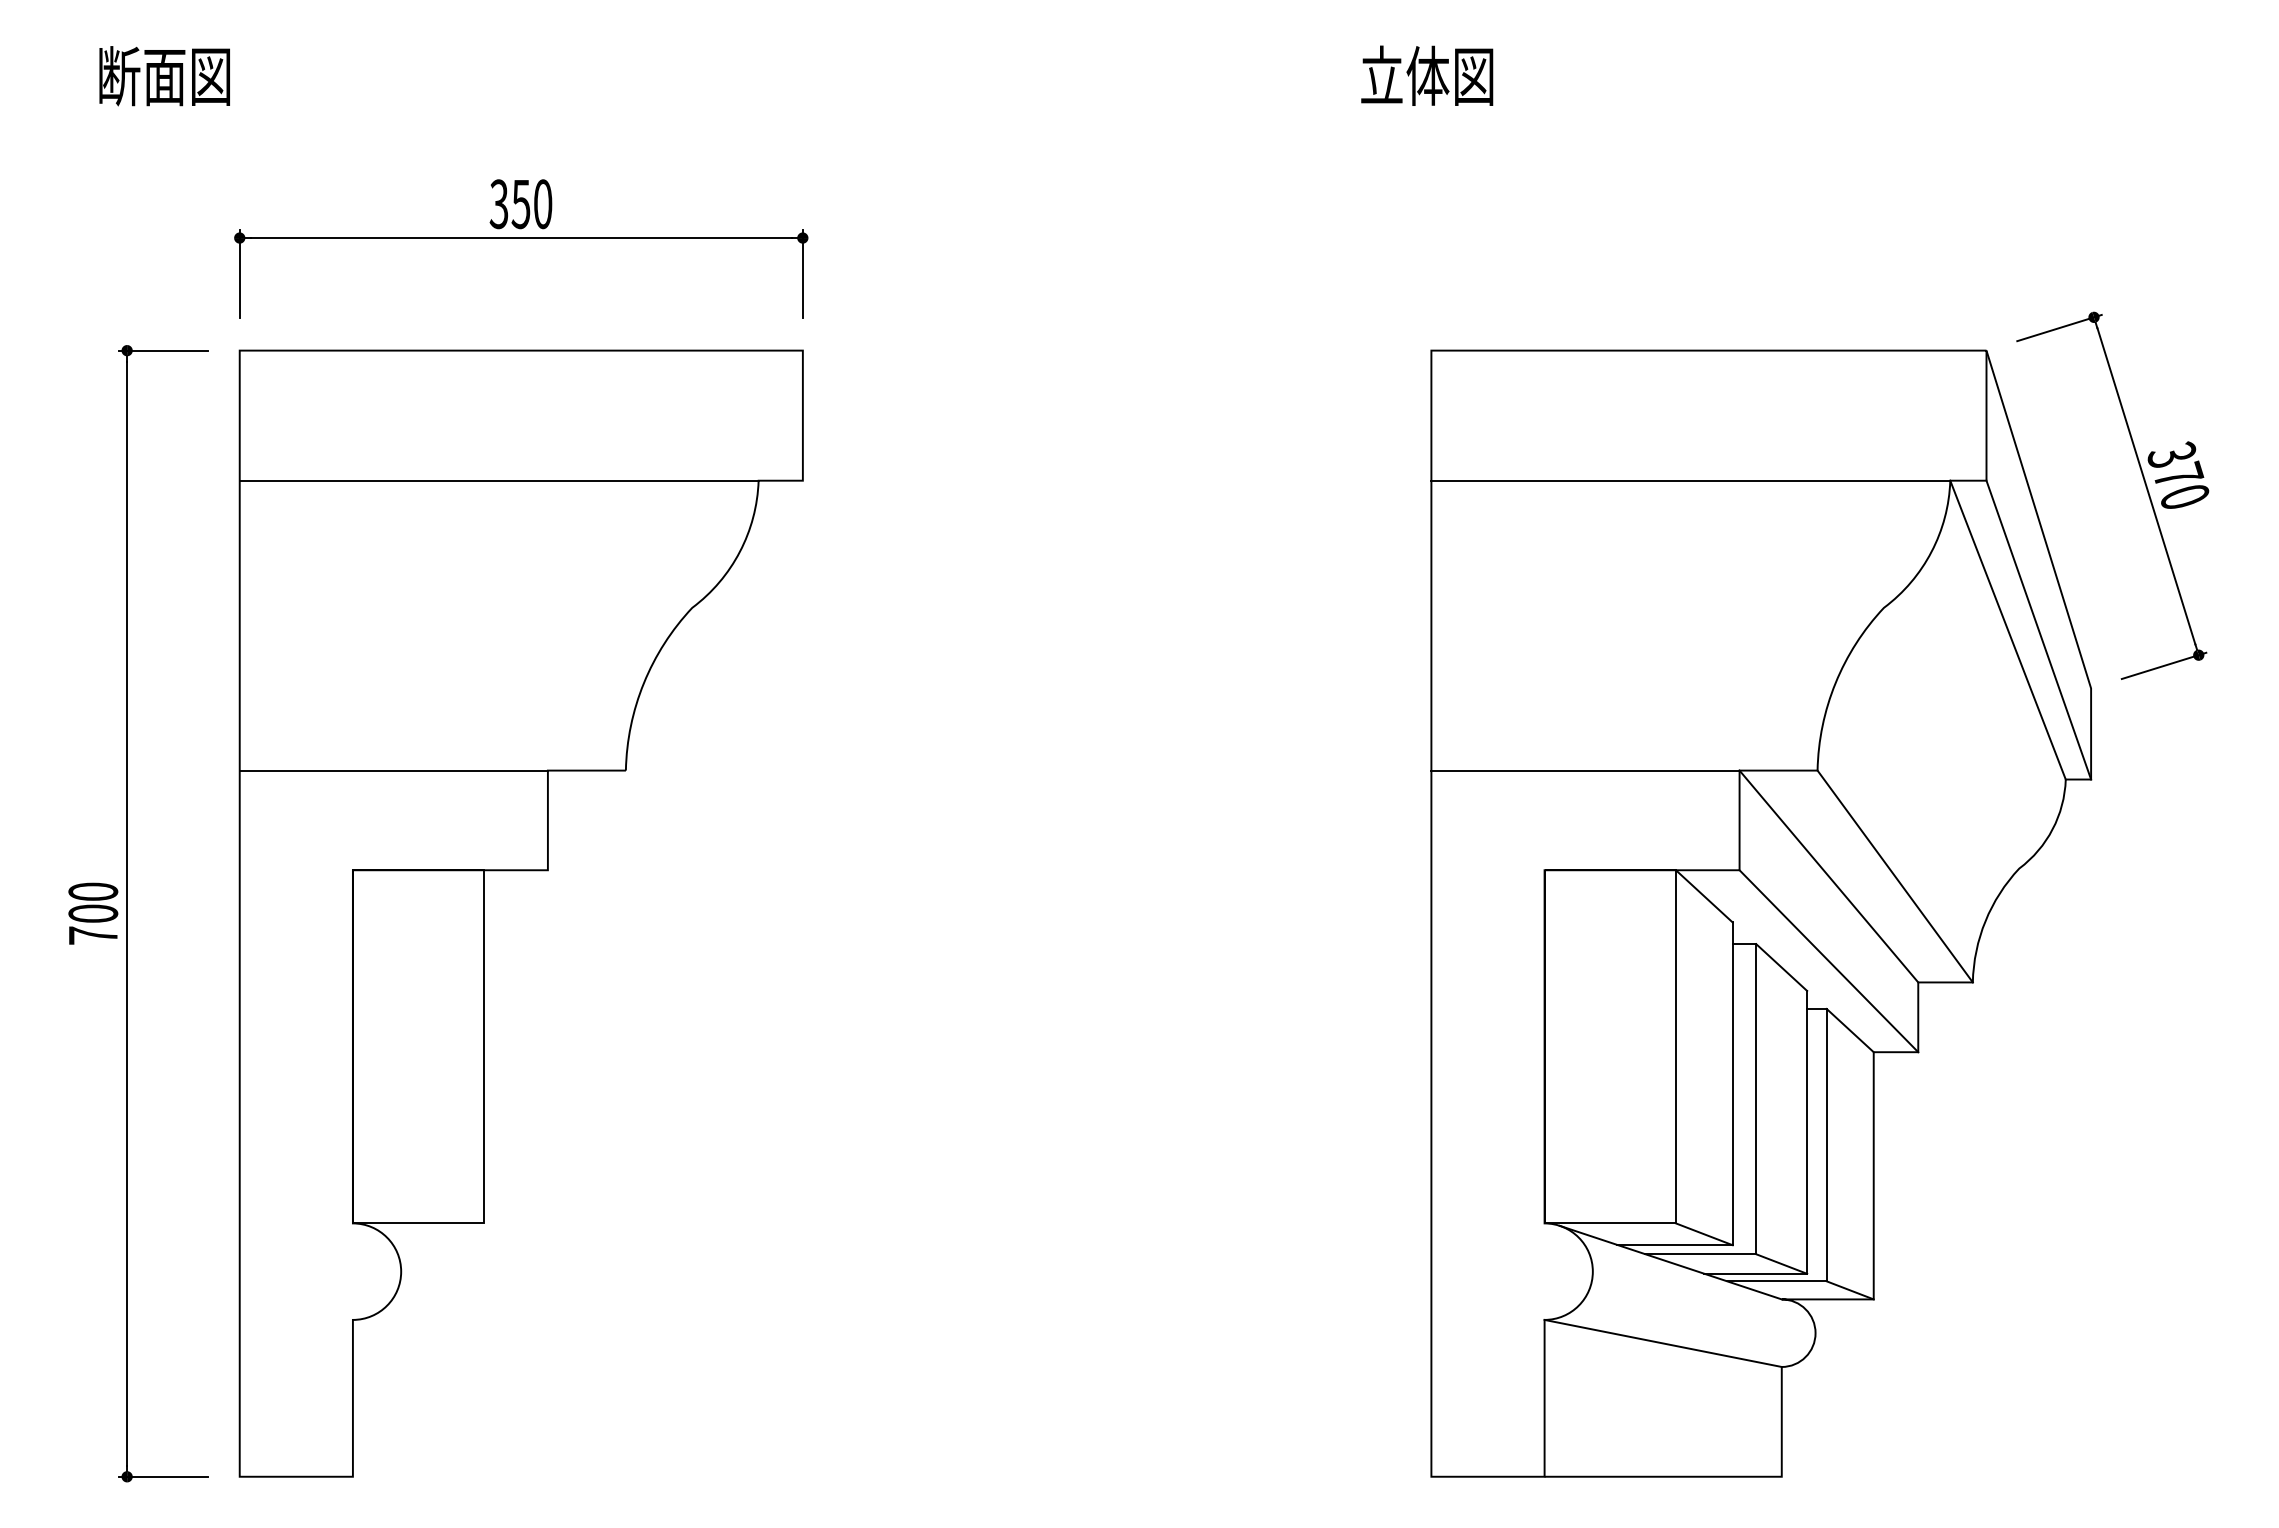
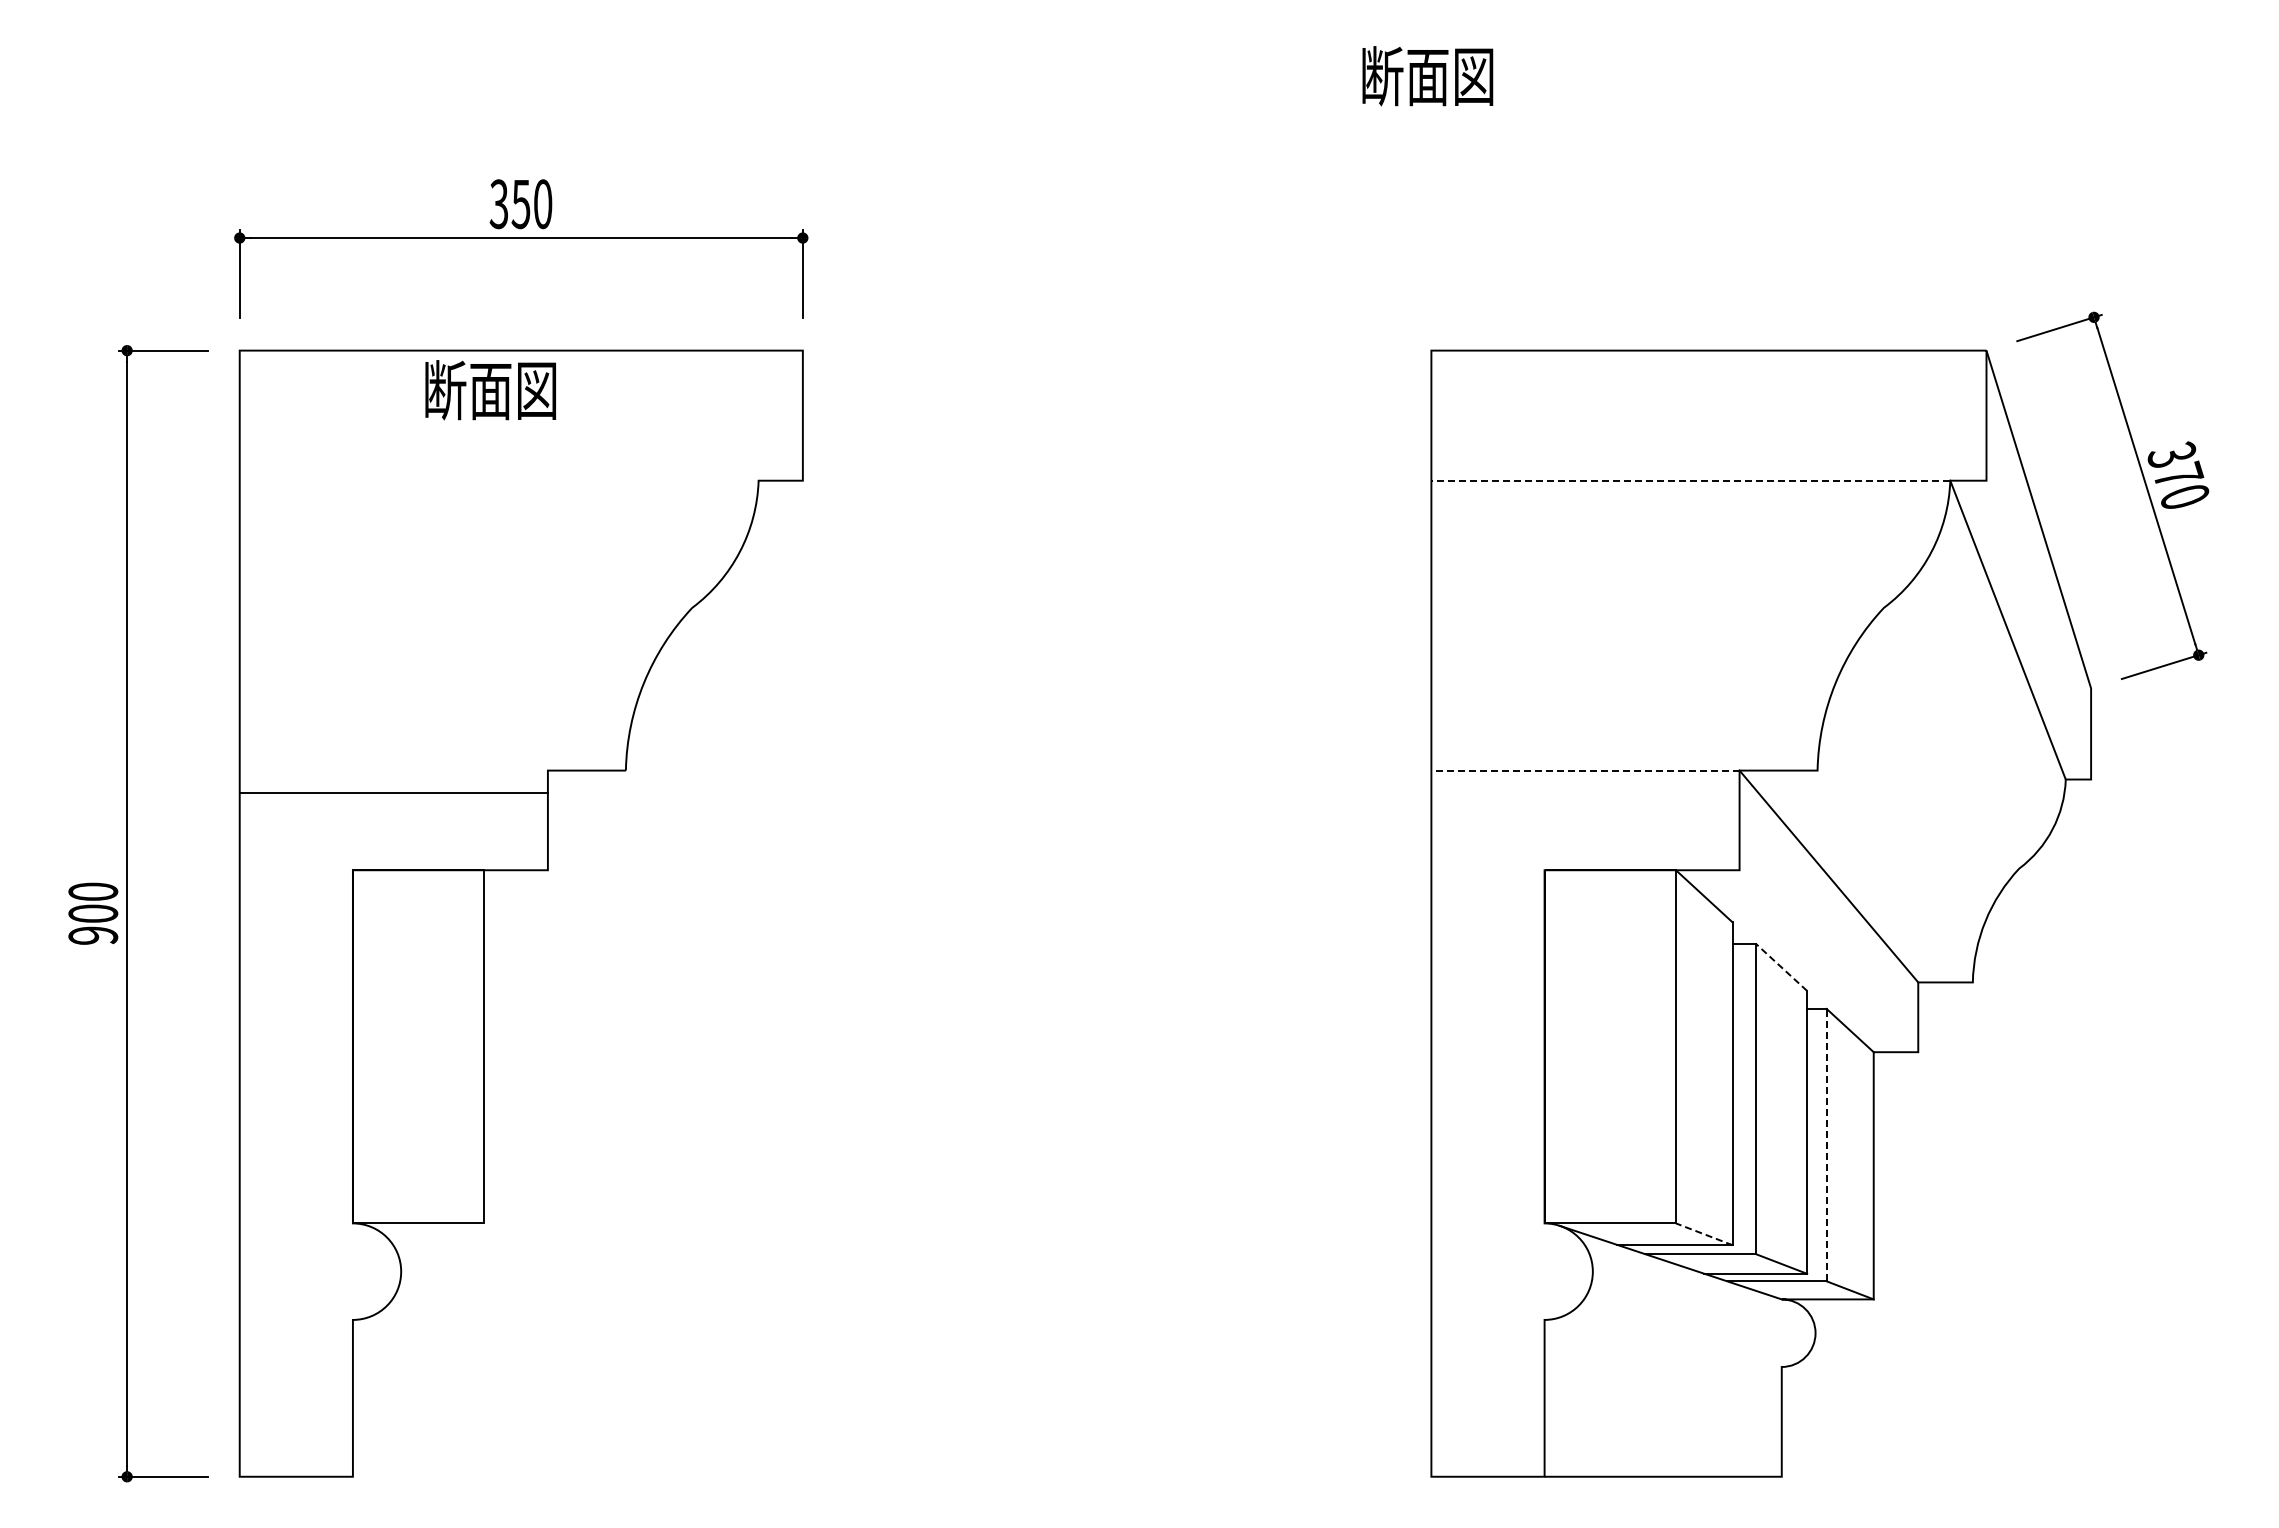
text at (1405, 75): 立体図 -> 断面図
text at (164, 76) position: (164, 76) -> (490, 390)
line at (498, 480): present -> none
line at (1690, 480): solid -> dashed
line at (2038, 629): present -> none
line at (393, 770) position: (393, 770) -> (393, 792)
line at (1584, 770): solid -> dashed
line at (1894, 876): present -> none
text at (93, 935): 700 -> 900
line at (1828, 961): present -> none
line at (1781, 967): solid -> dashed
line at (1826, 1144): solid -> dashed
line at (1703, 1234): solid -> dashed
line at (1662, 1342): present -> none
